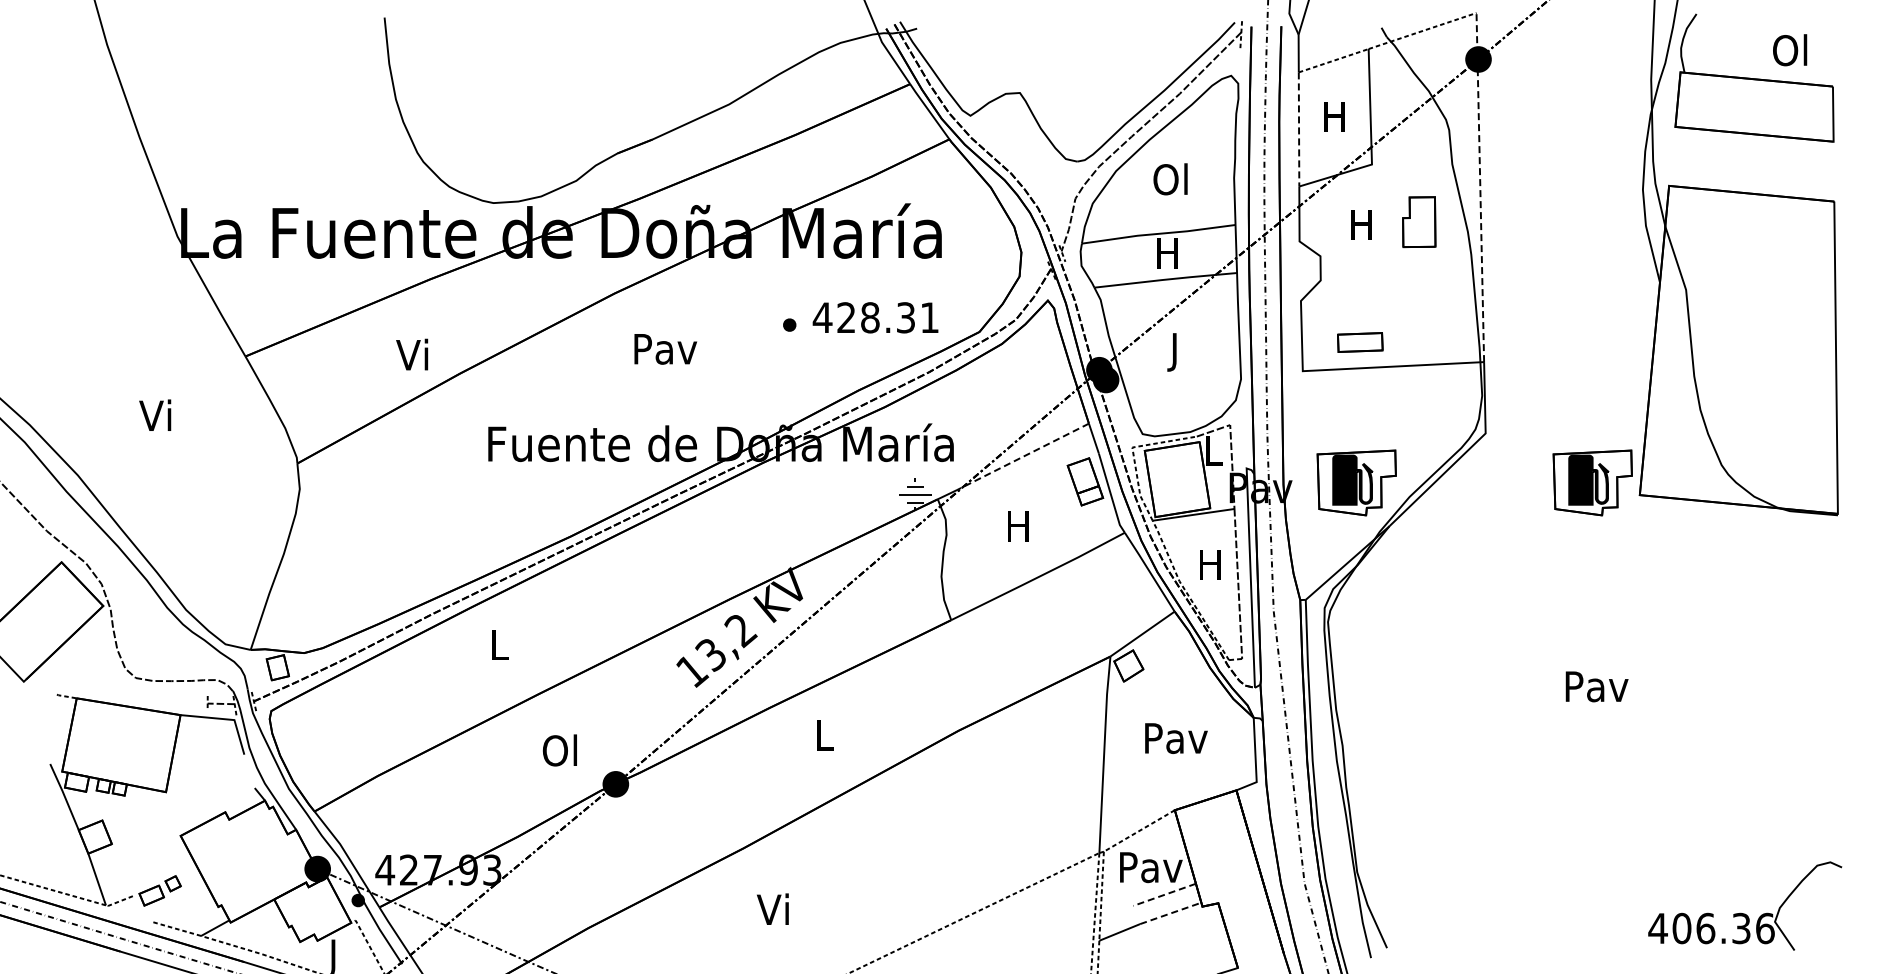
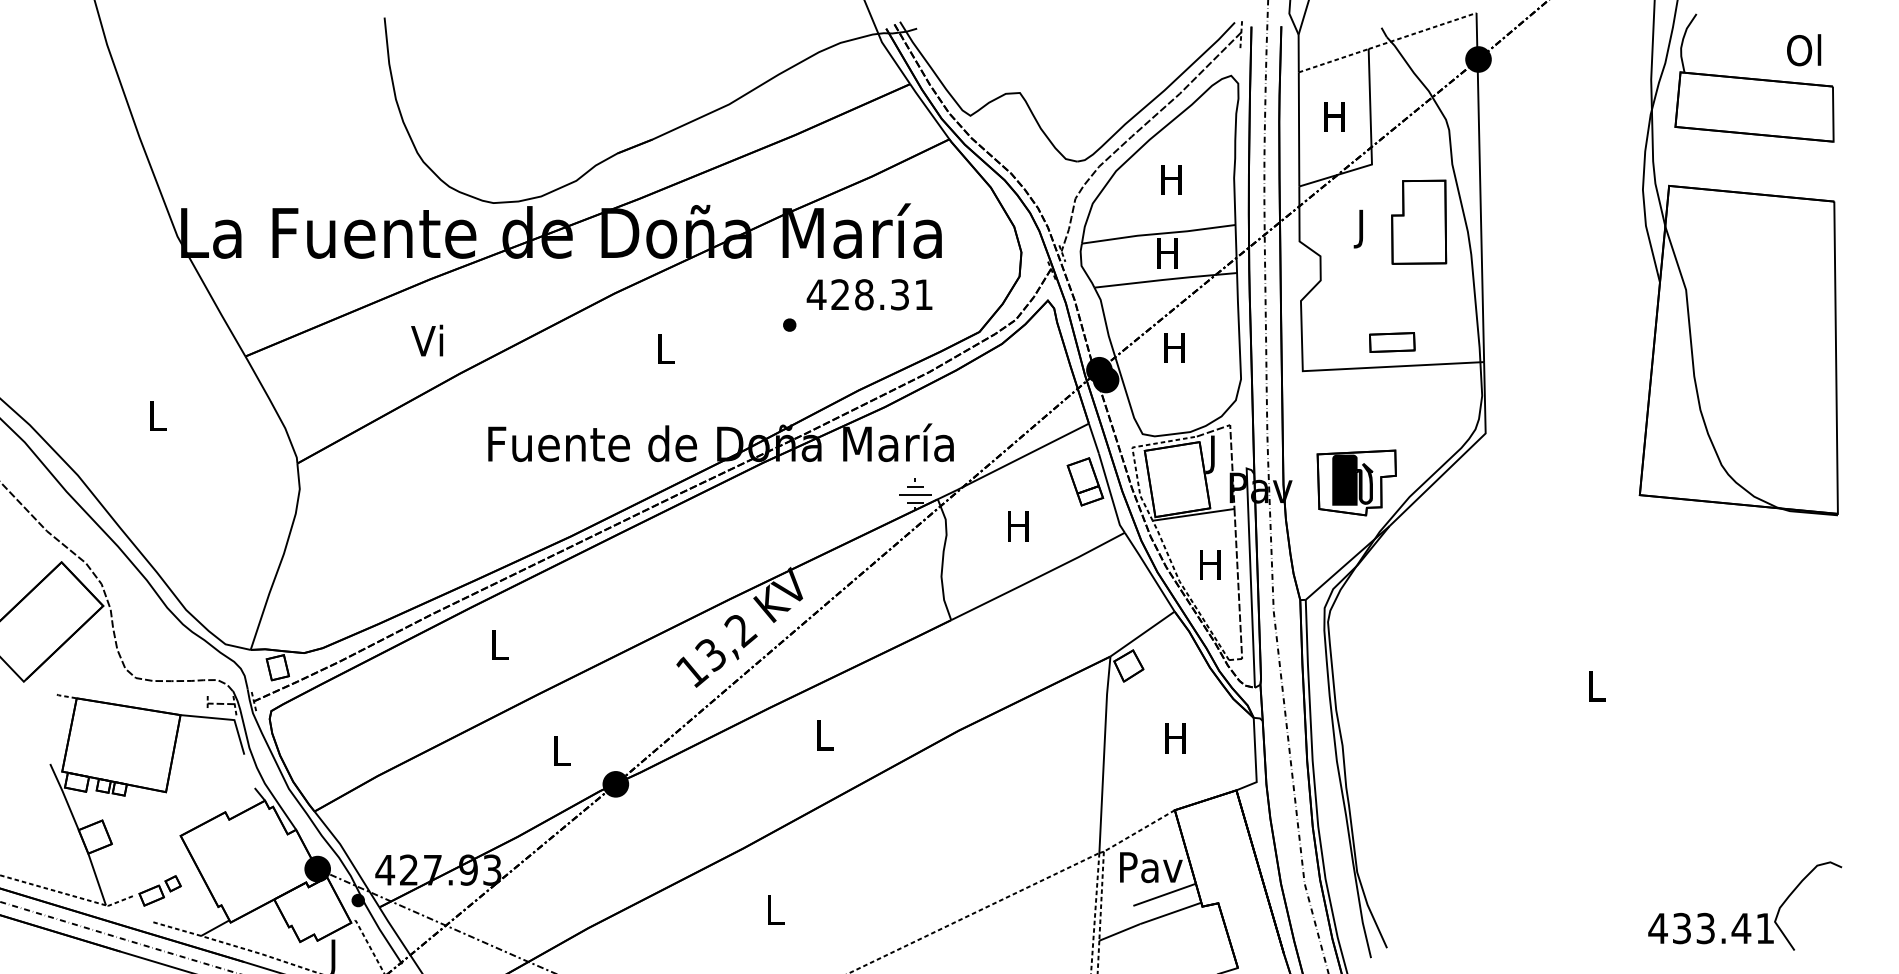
text at (1790, 50) position: (1790, 50) -> (1804, 50)
line at (1299, 129): dashed -> solid
text at (1170, 179): Ol -> H
line at (1480, 187): dashed -> solid
part at (1419, 222) size: 35x53 px -> 57x86 px
text at (1361, 228): H -> J
text at (875, 317) position: (875, 317) -> (869, 294)
part at (1360, 342) position: (1360, 342) -> (1392, 342)
text at (665, 349): Pav -> L
text at (1174, 352): J -> H
text at (412, 354) position: (412, 354) -> (427, 340)
text at (155, 414): Vi -> L
text at (1213, 454): L -> J
line at (1023, 456): dashed -> solid
part at (1592, 482): present -> none
text at (1596, 686): Pav -> L
text at (1176, 738): Pav -> H
text at (559, 750): Ol -> L
line at (1164, 894): dashed -> solid
text at (772, 908): Vi -> L
line at (1171, 913): dashed -> solid
text at (1723, 928): 406.36 -> 433.41
